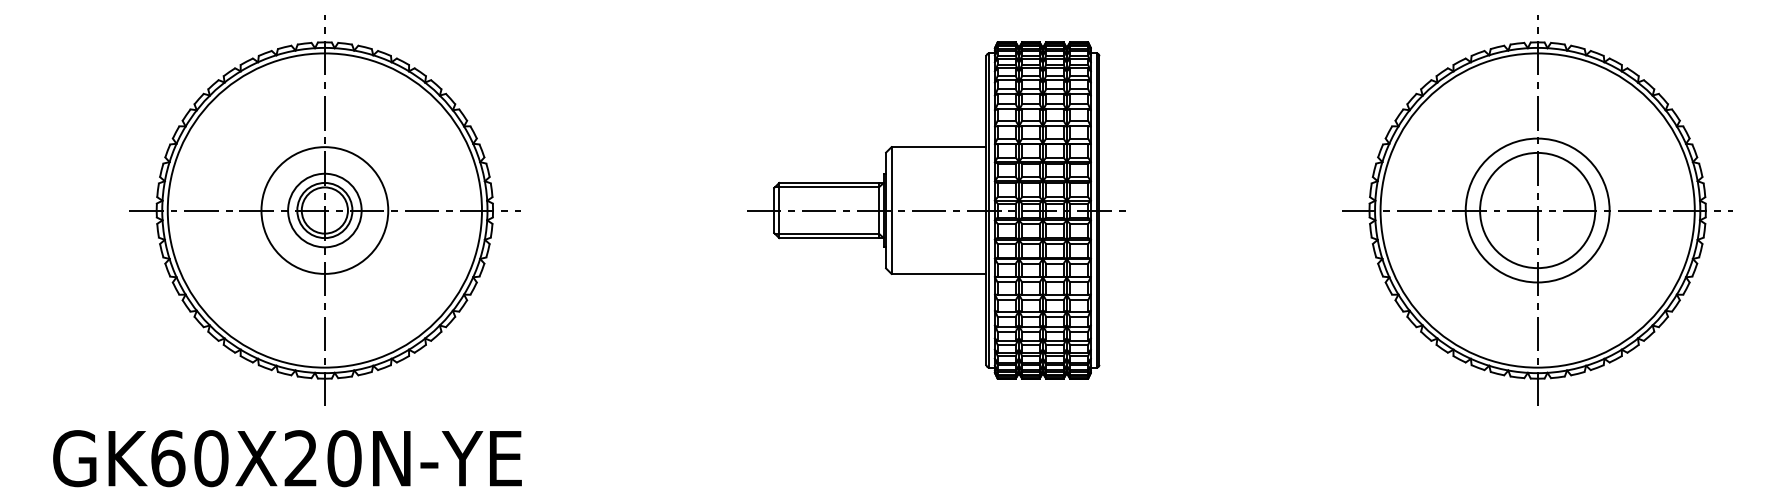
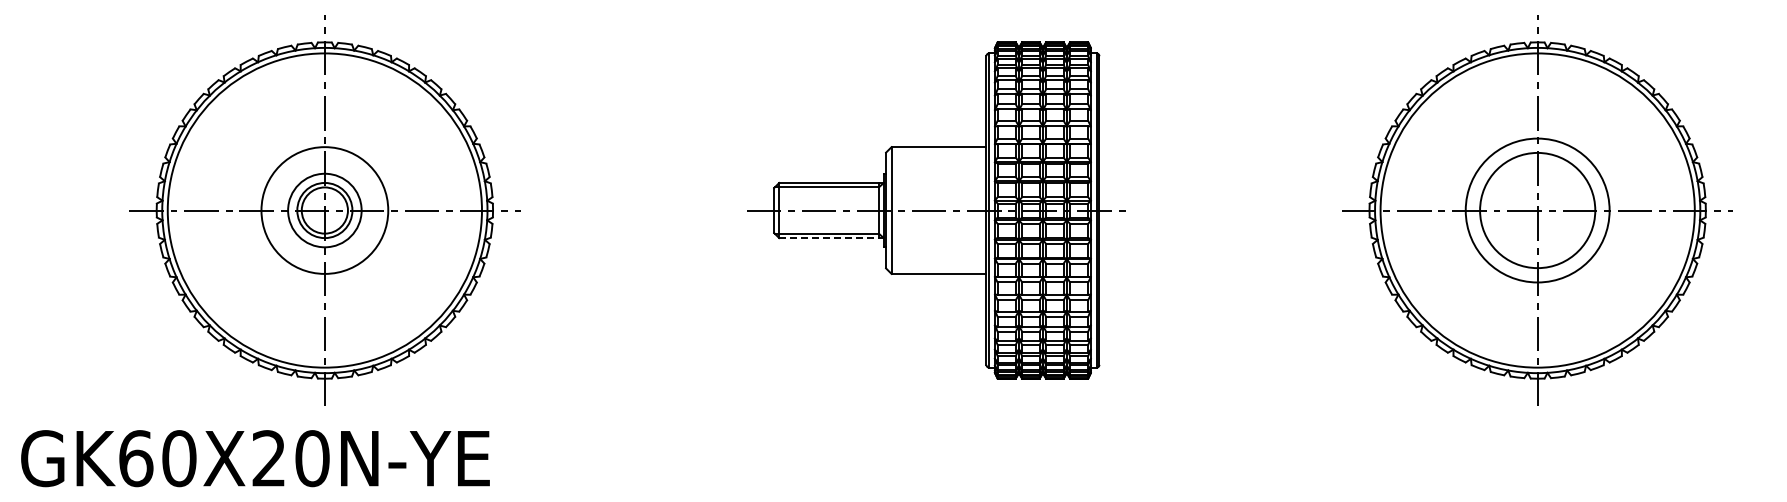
line at (831, 238): solid -> dashed
text at (287, 458) position: (287, 458) -> (255, 458)
